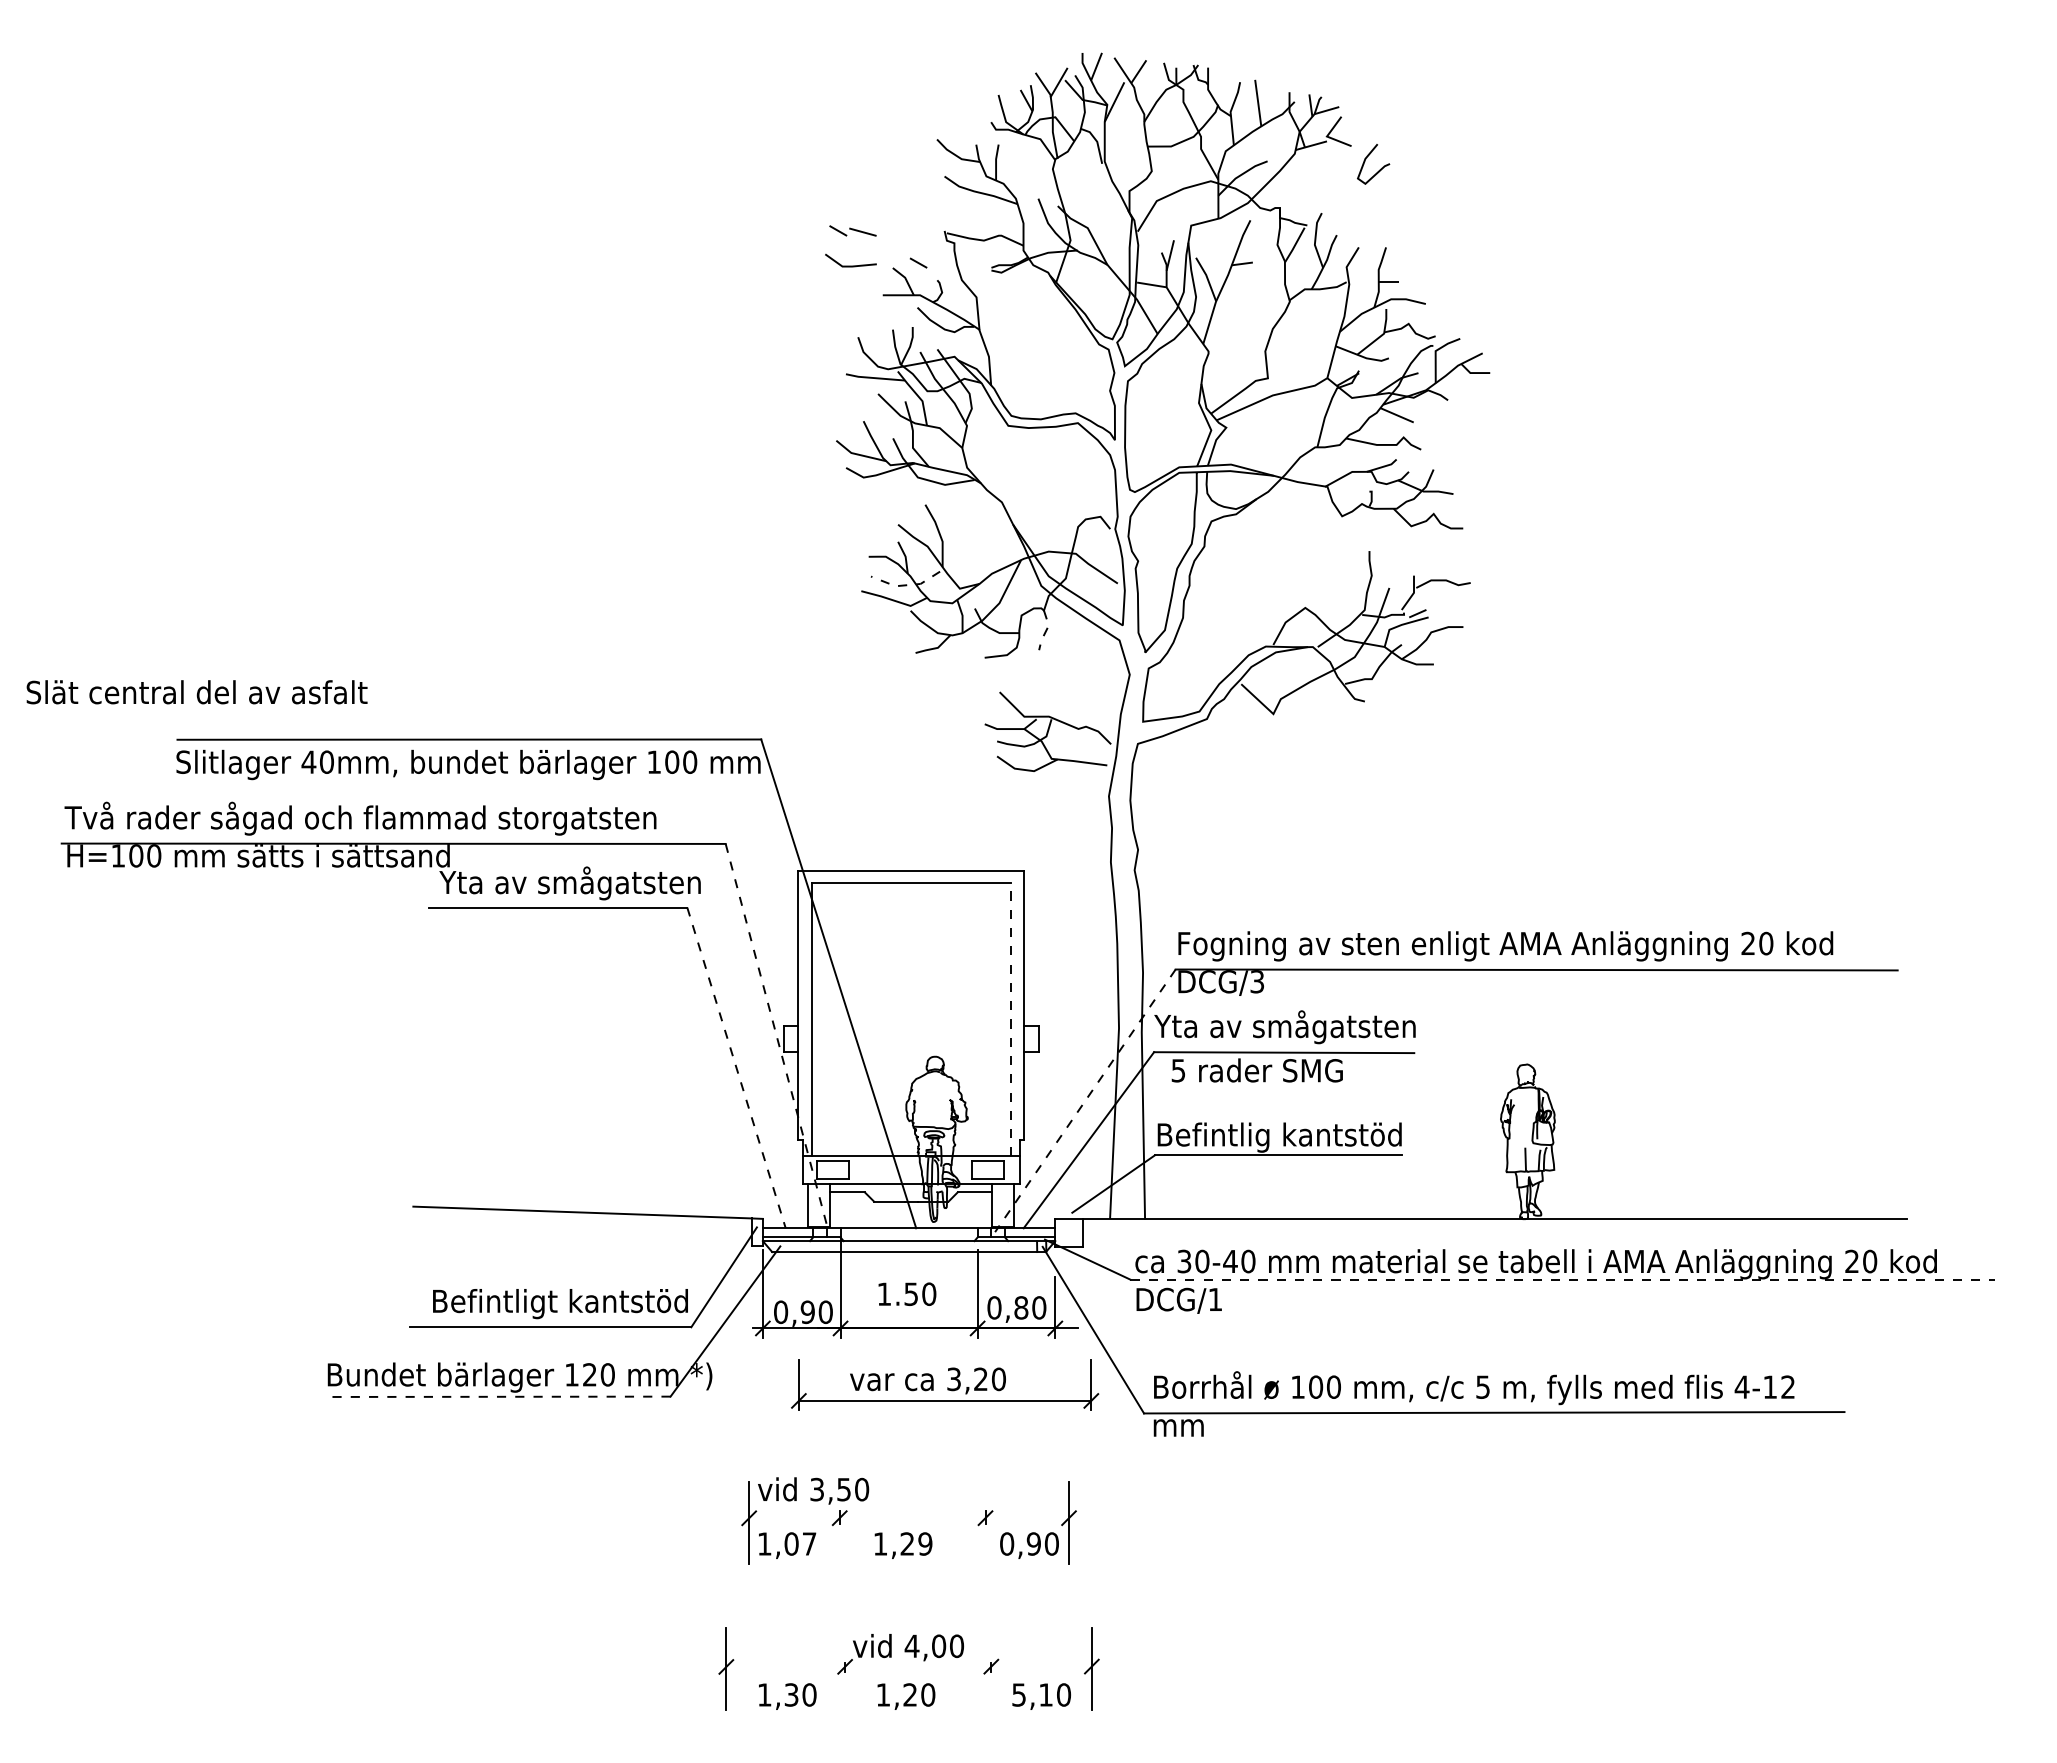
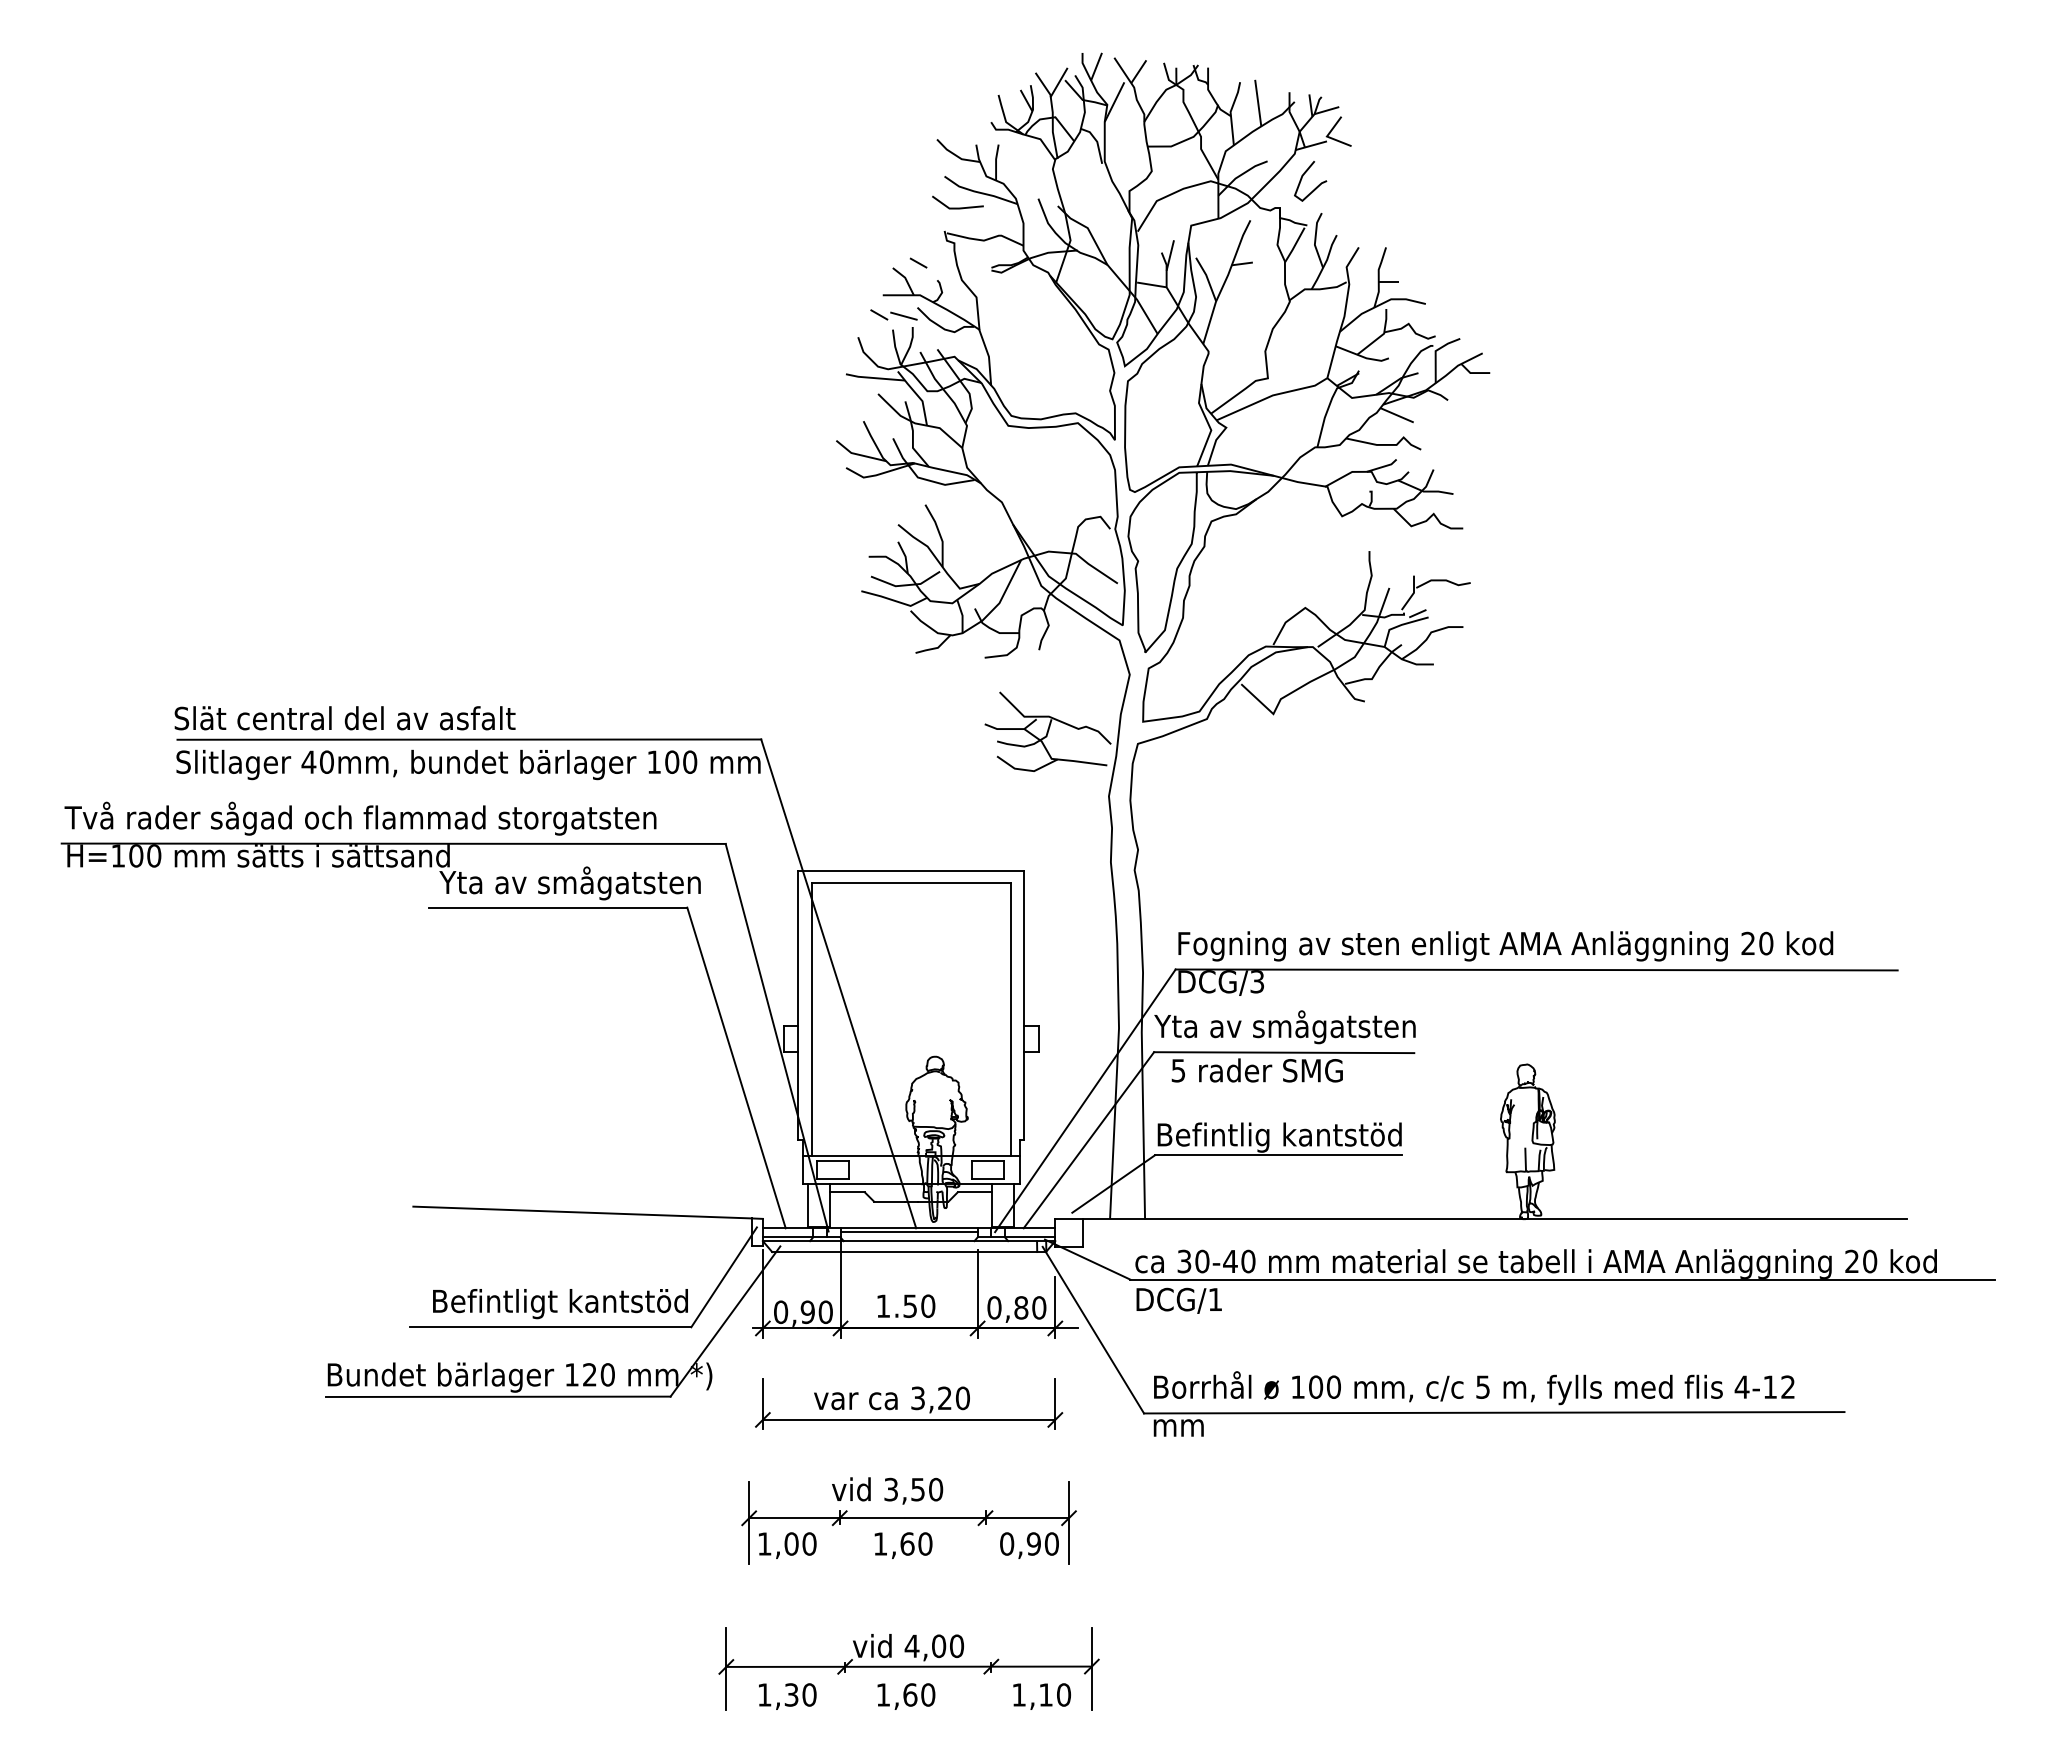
curve at (1379, 169) position: (1379, 169) -> (1316, 186)
part at (852, 230) position: (852, 230) -> (893, 314)
line at (850, 265) position: (850, 265) -> (957, 207)
line at (906, 585): dashed -> solid
line at (1046, 630): dashed -> solid
text at (196, 692) position: (196, 692) -> (344, 718)
line at (1010, 1019): dashed -> solid
line at (777, 1038): dashed -> solid
line at (736, 1067): dashed -> solid
line at (1085, 1101): dashed -> solid
line at (908, 1231): none -> present
line at (1563, 1279): dashed -> solid
text at (907, 1293) position: (907, 1293) -> (906, 1305)
part at (945, 1384) position: (945, 1384) -> (909, 1403)
line at (497, 1396): dashed -> solid
text at (813, 1490) position: (813, 1490) -> (887, 1490)
line at (909, 1518): none -> present
text at (809, 1543): 1,07 -> 1,00
text at (916, 1543): 1,29 -> 1,60
line at (908, 1666): none -> present
text at (910, 1694): 1,20 -> 1,60
text at (1018, 1694): 5,10 -> 1,10
